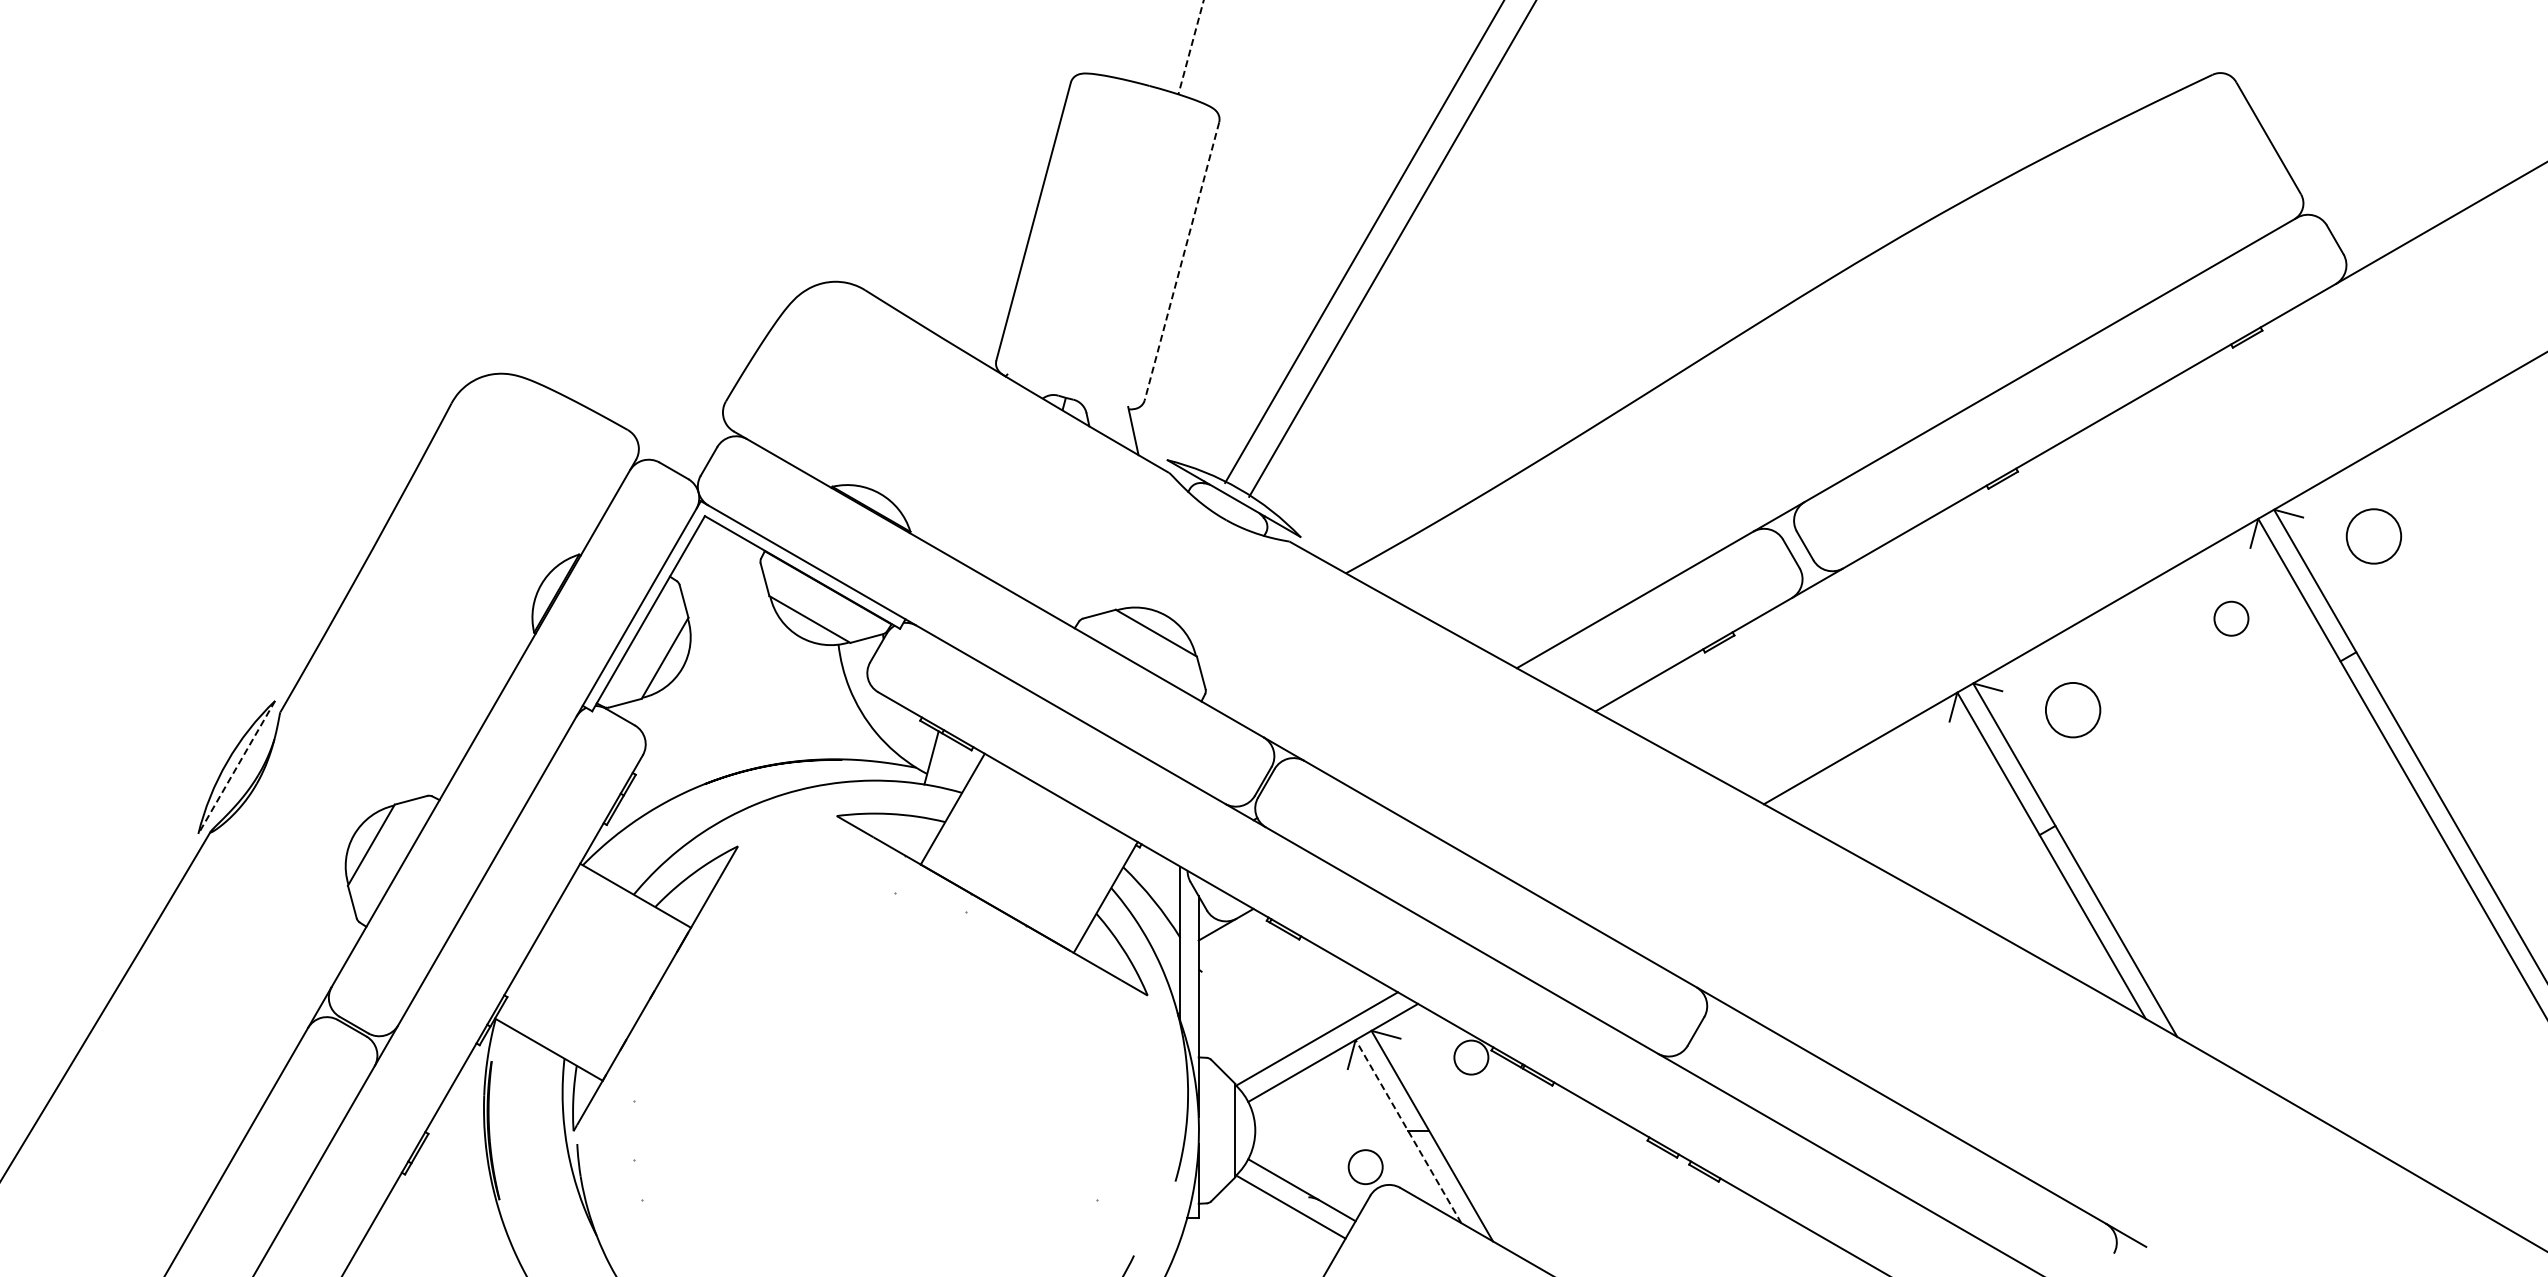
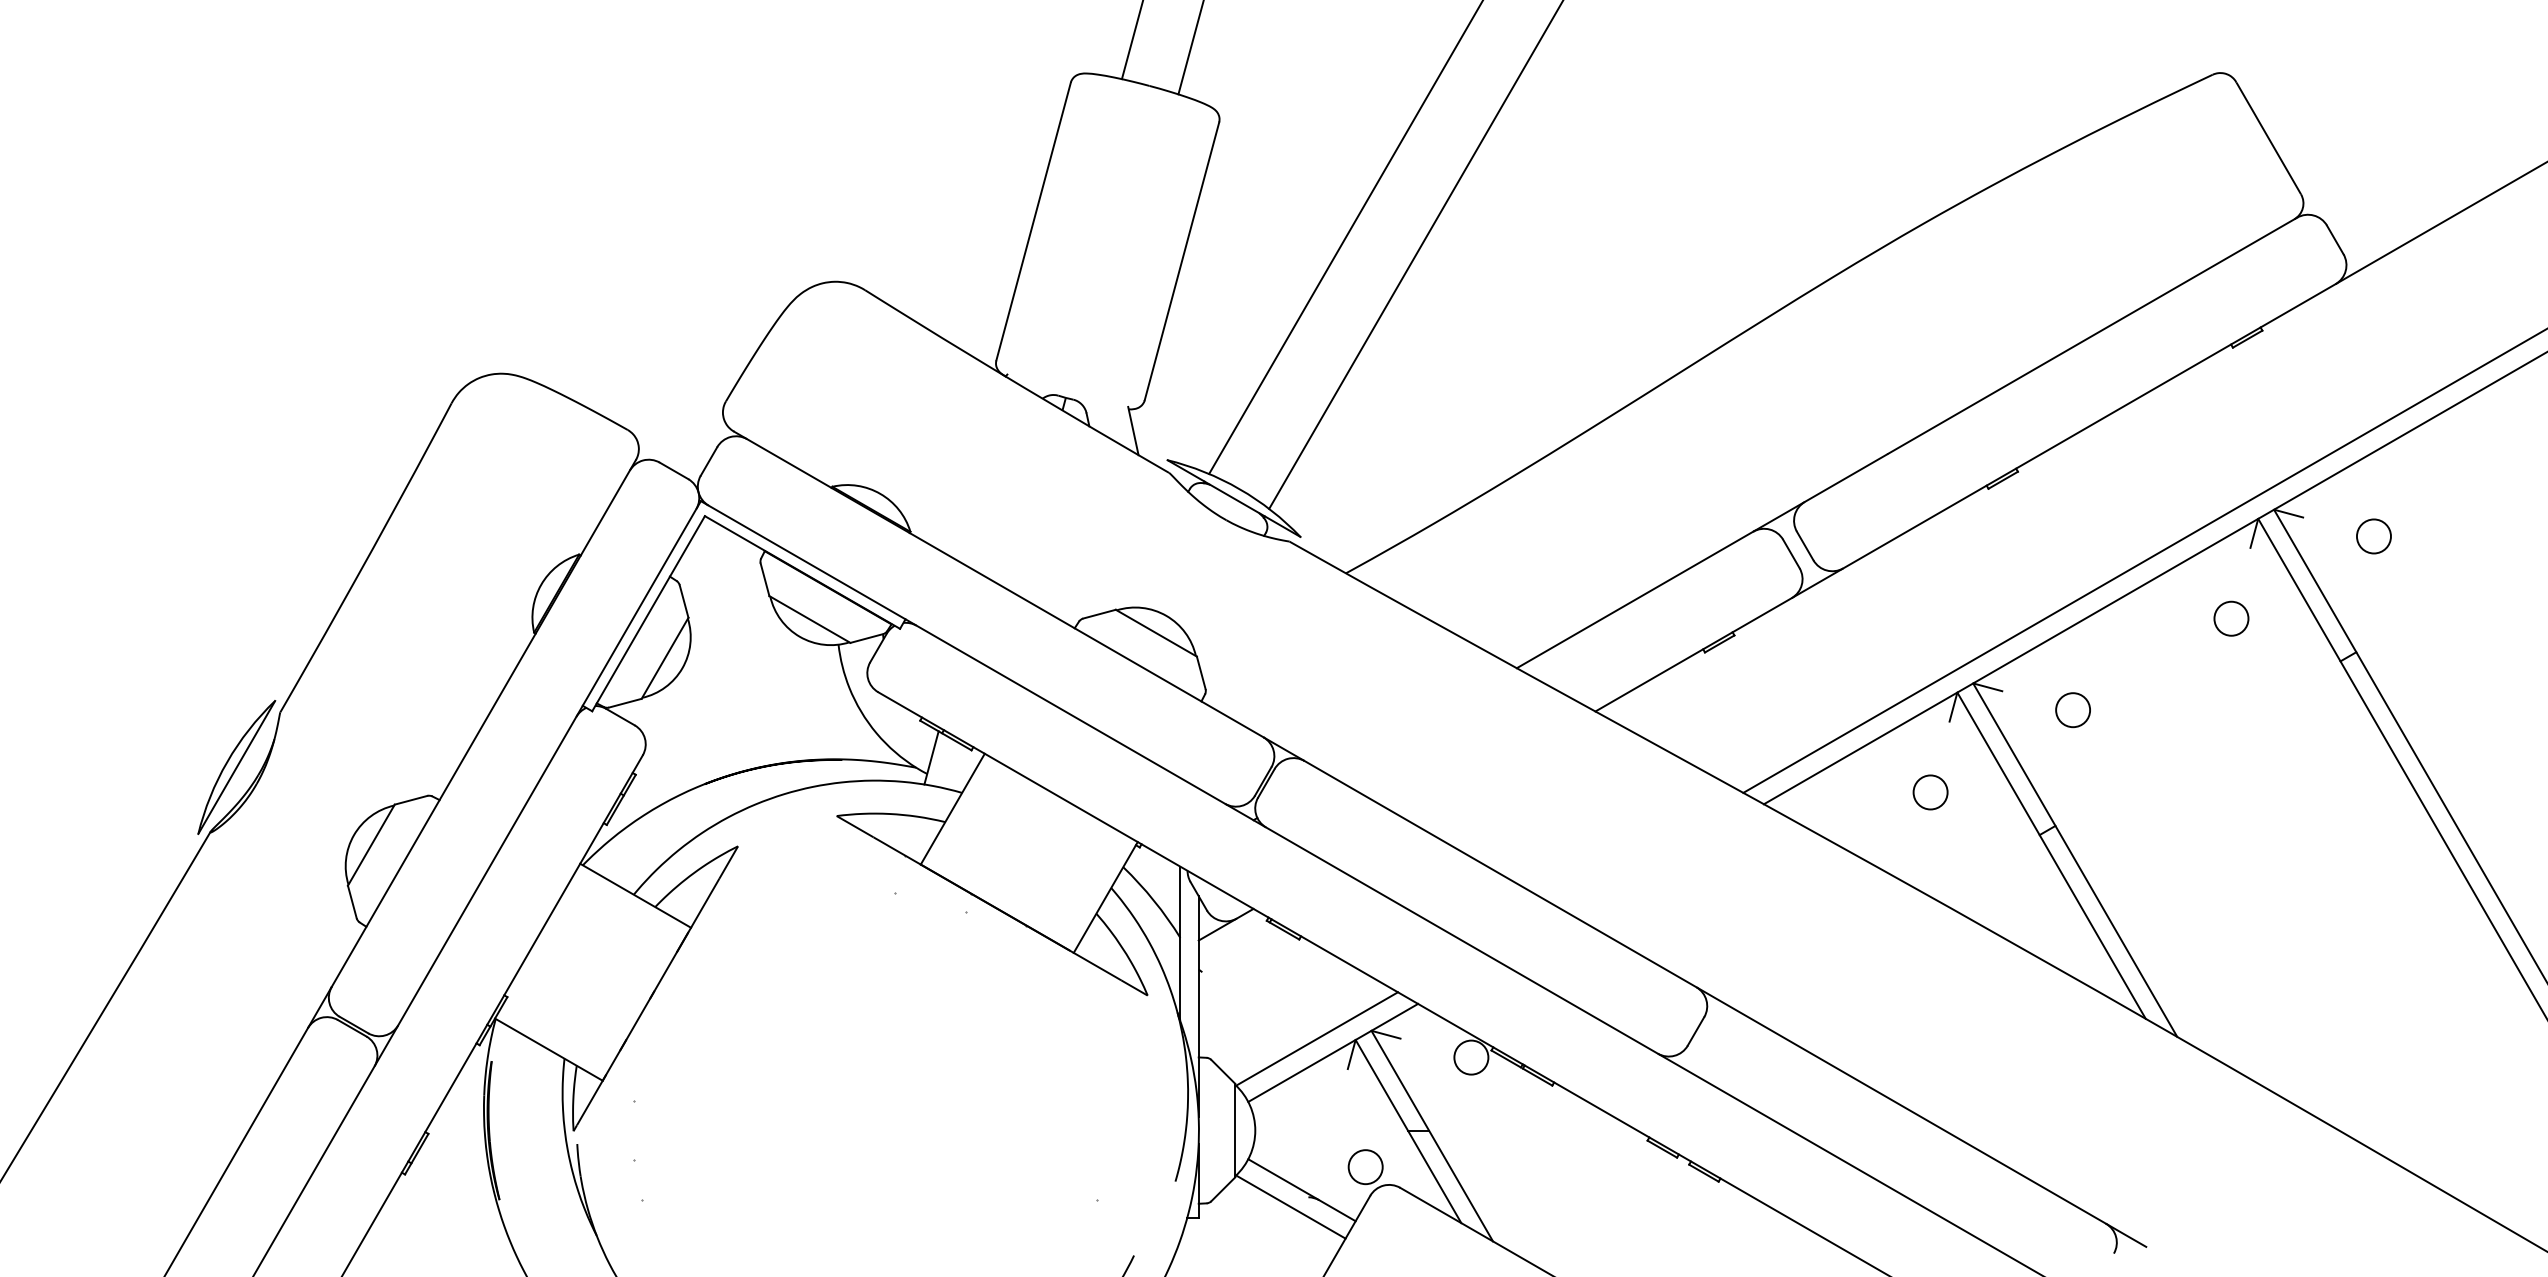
line at (1131, 40): none -> present
line at (1191, 47): dashed -> solid
line at (1364, 242) position: (1364, 242) -> (1345, 237)
line at (1392, 249) position: (1392, 249) -> (1415, 255)
line at (1181, 261): dashed -> solid
circle at (2373, 536) size: 58x57 px -> 36x37 px
line at (2143, 561): none -> present
circle at (2072, 709) diameter: 54 px -> 34 px
line at (236, 767): dashed -> solid
circle at (1930, 792): none -> present
line at (1408, 1131): dashed -> solid
